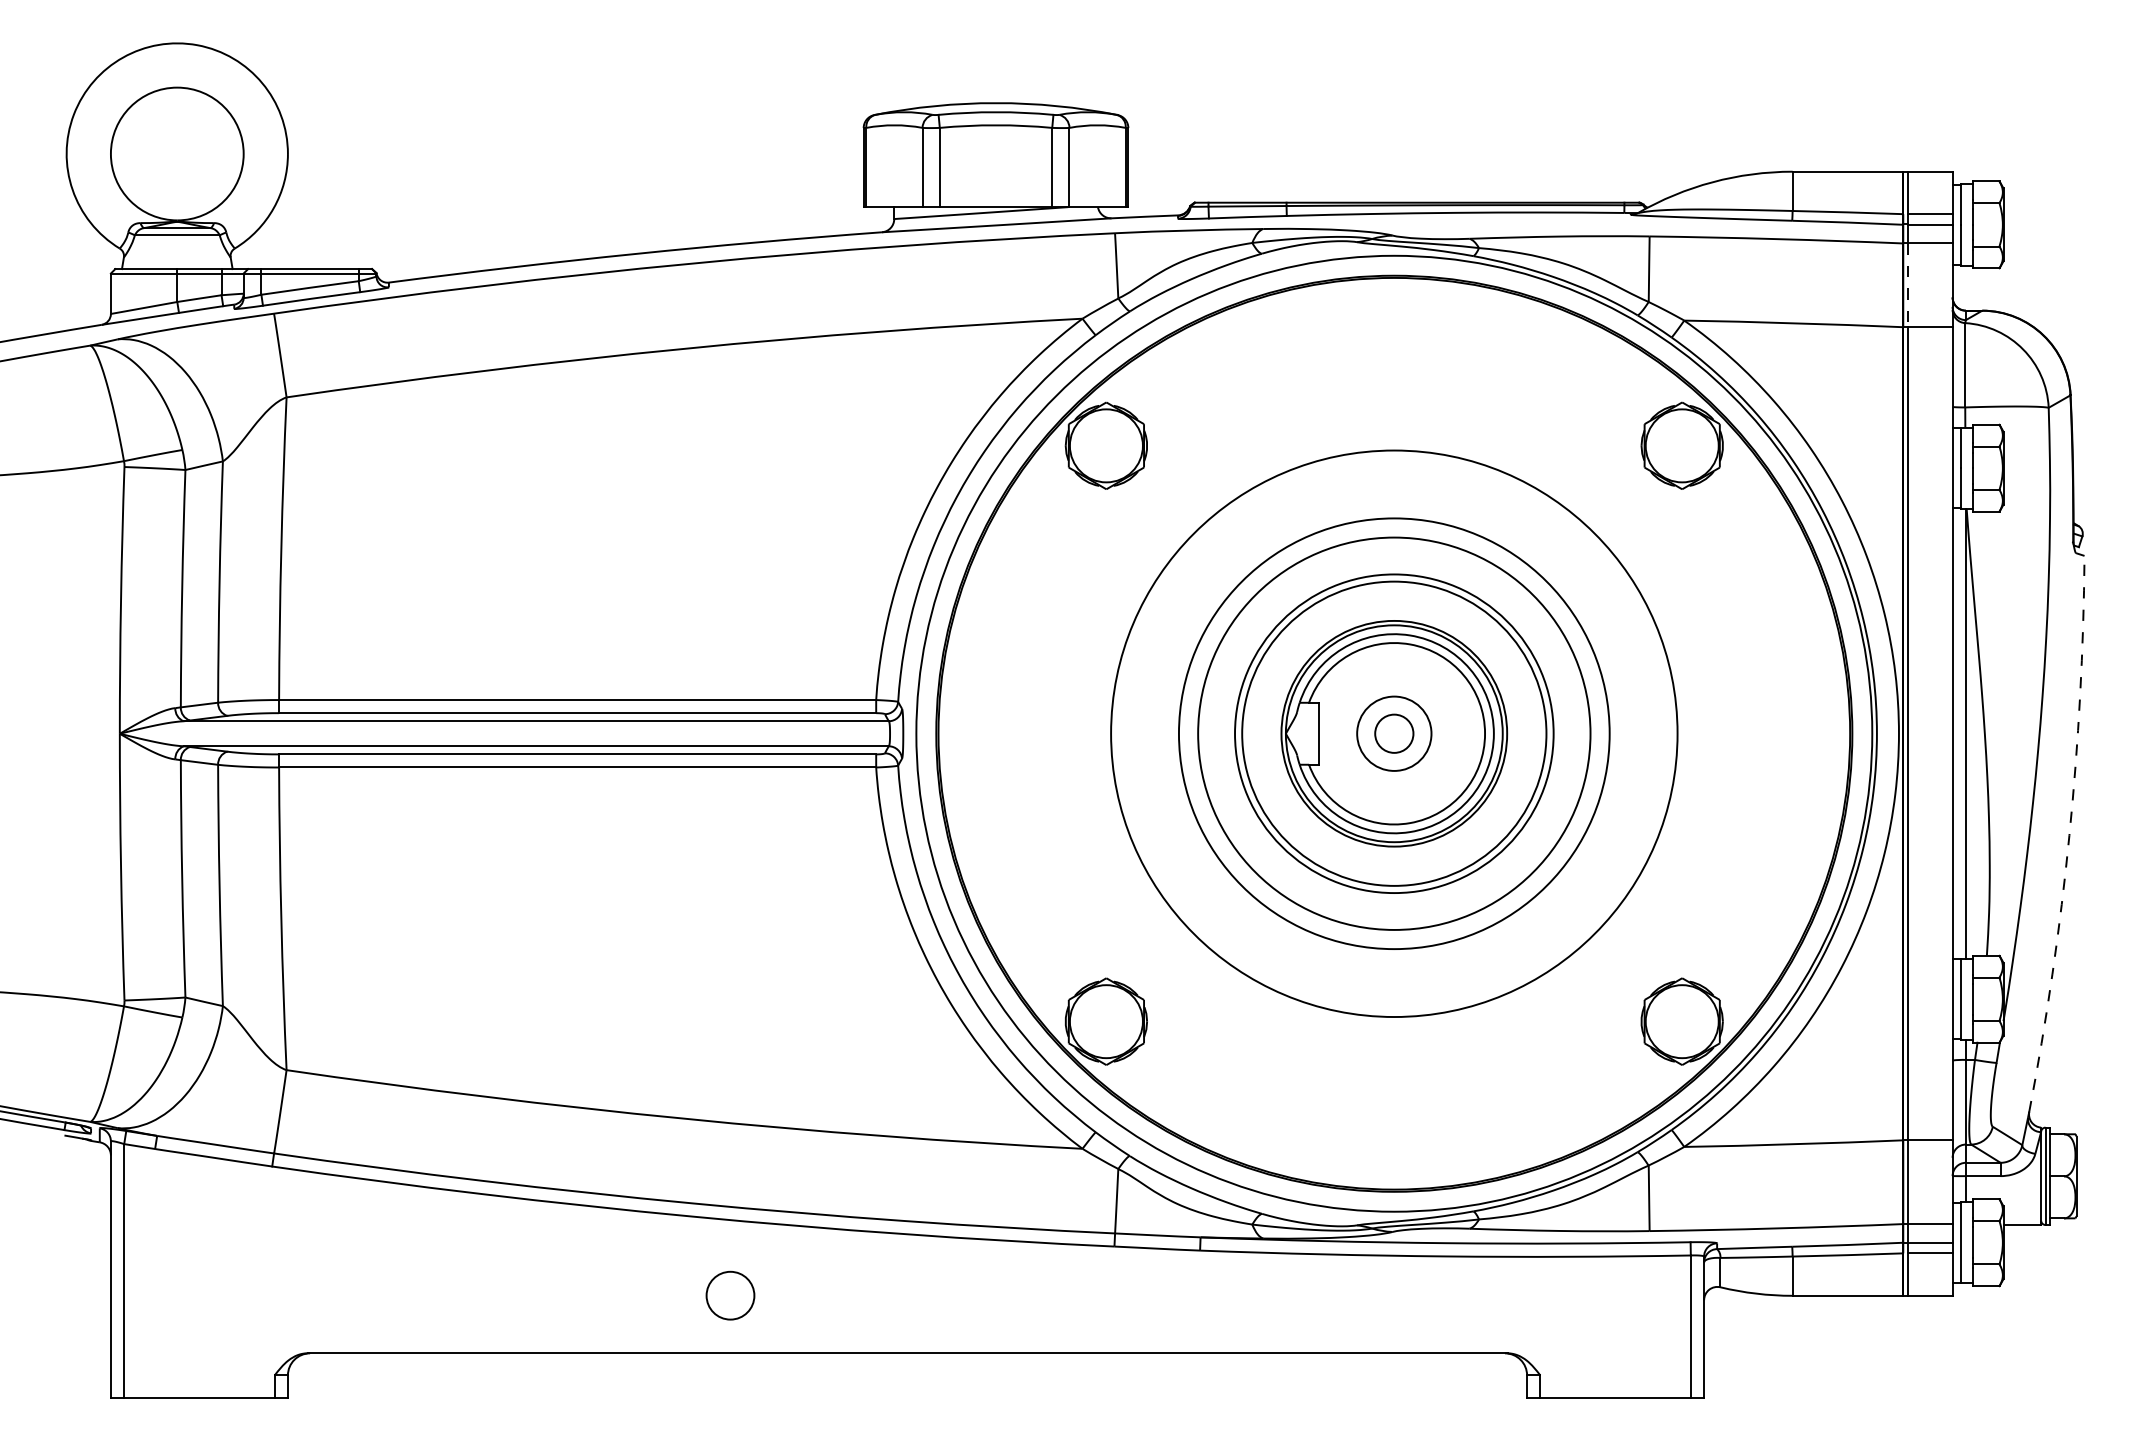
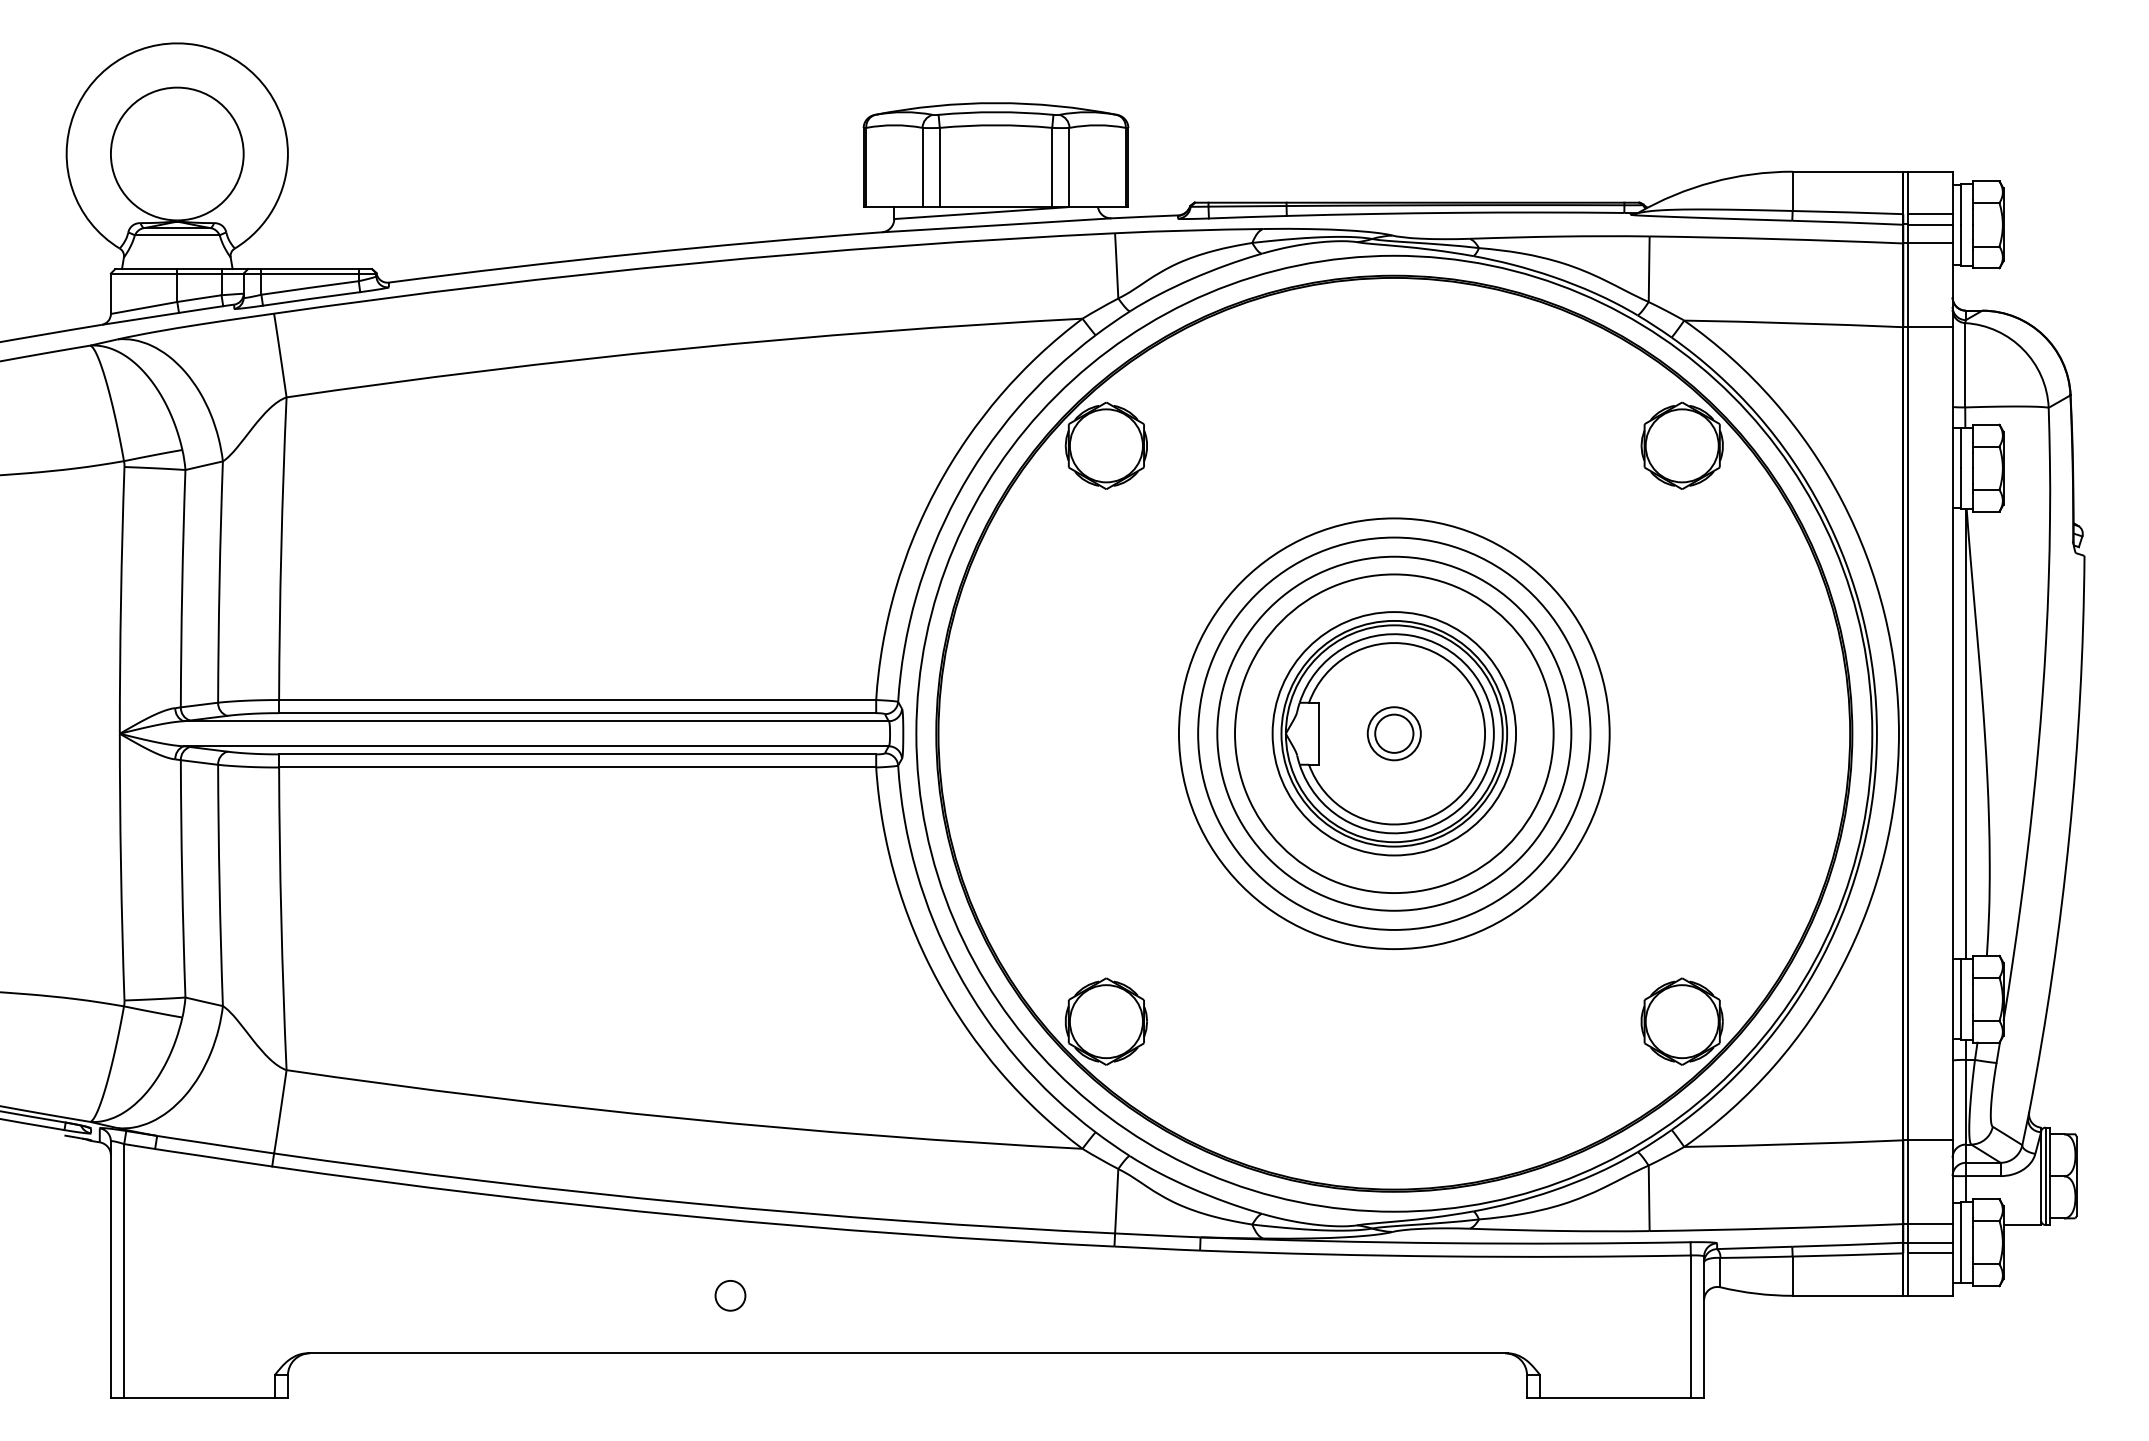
line at (1908, 285): dashed -> solid
circle at (1394, 733) diameter: 304 px -> 243 px
circle at (1394, 733) diameter: 566 px -> 354 px
circle at (1394, 733) diameter: 74 px -> 53 px
arc at (2069, 835): dashed -> solid
circle at (730, 1295) size: 51x51 px -> 33x32 px
